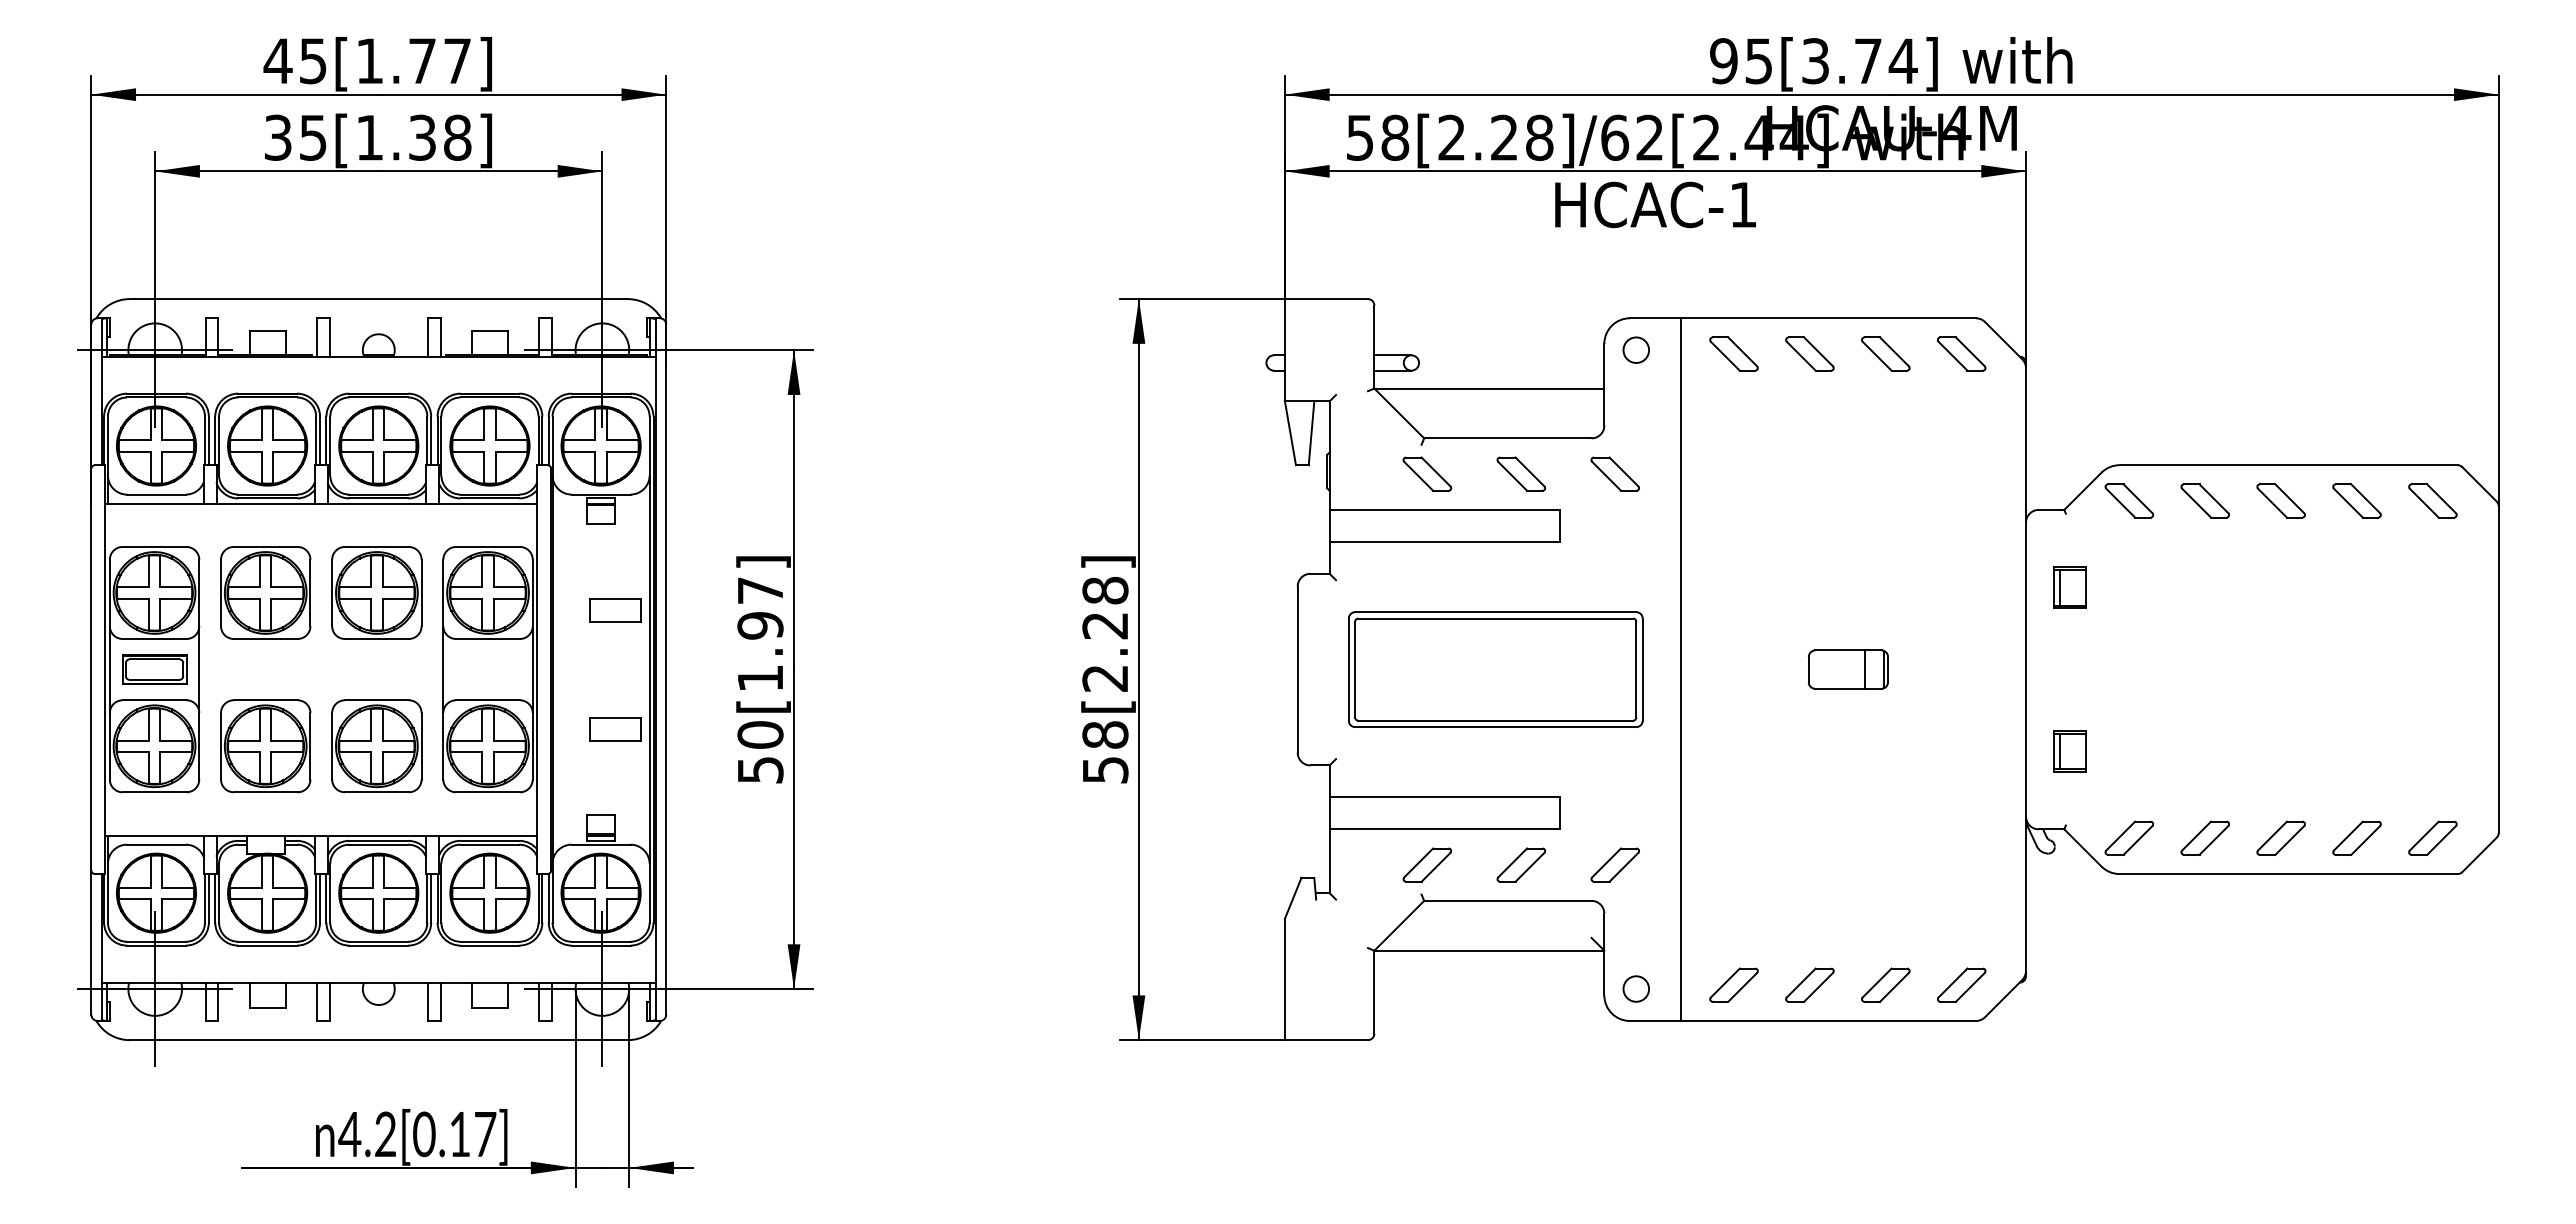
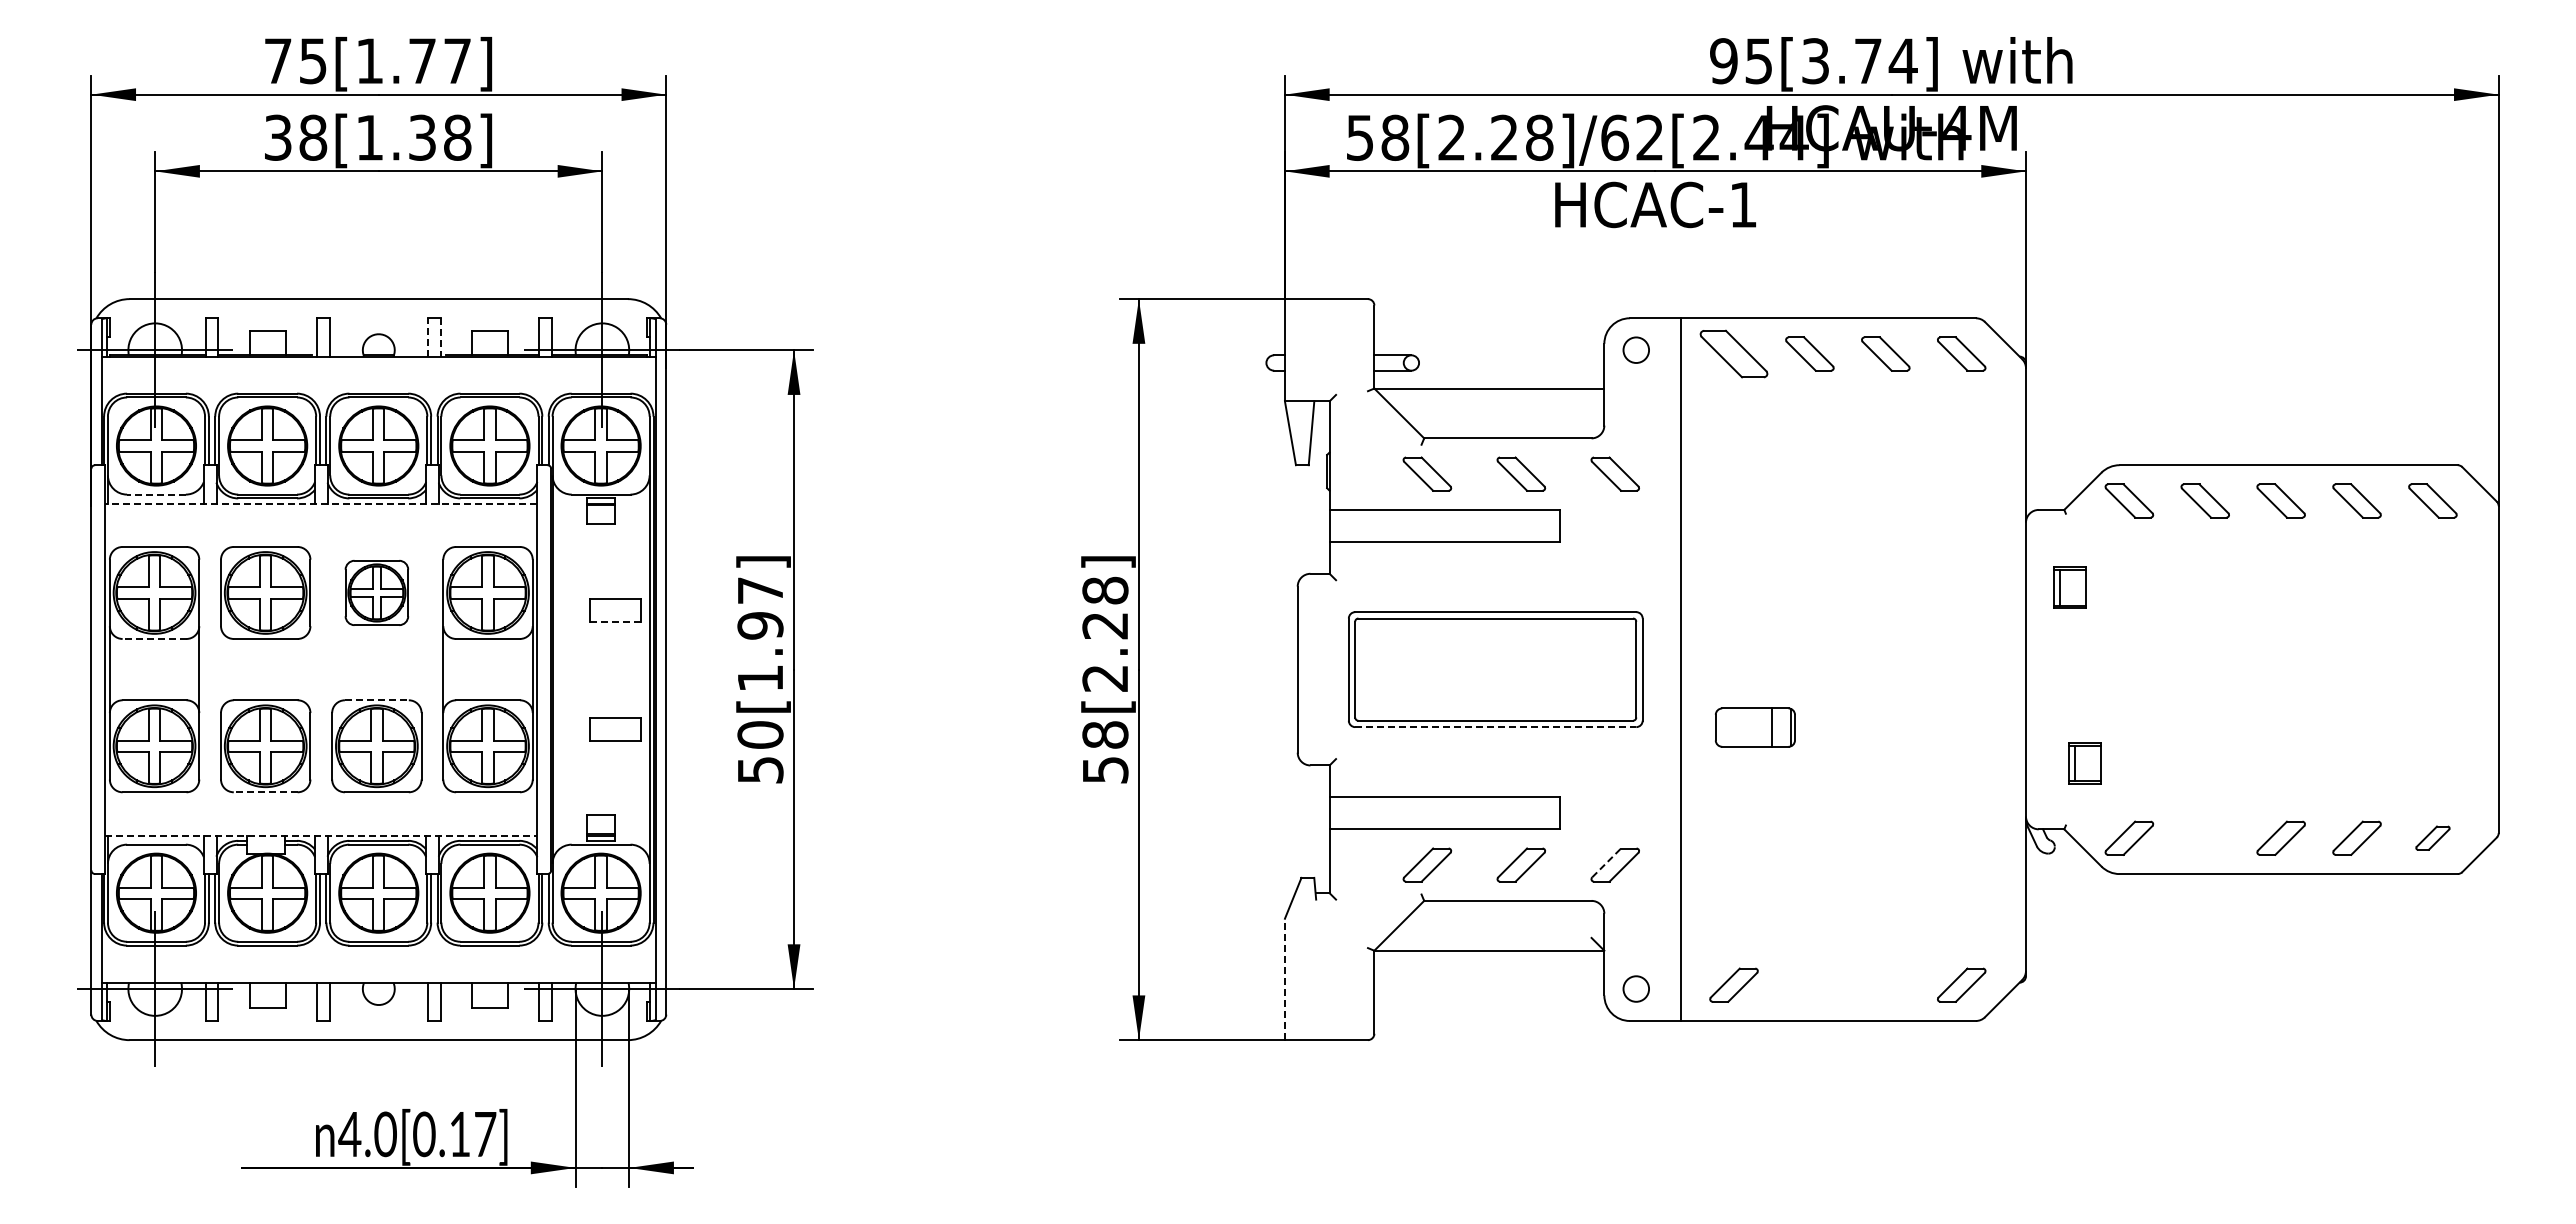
text at (277, 60): 45[1.77] -> 75[1.77]
text at (313, 137): 35[1.38] -> 38[1.38]
line at (427, 336): solid -> dashed
line at (440, 337): solid -> dashed
part at (1733, 353) size: 50x36 px -> 70x50 px
line at (155, 494): solid -> dashed
line at (321, 503): solid -> dashed
part at (376, 592) size: 92x94 px -> 65x66 px
line at (615, 621): solid -> dashed
line at (154, 638): solid -> dashed
part at (154, 669): present -> none
part at (1848, 669) position: (1848, 669) -> (1755, 727)
line at (376, 700): solid -> dashed
line at (1495, 727): solid -> dashed
part at (2069, 751) position: (2069, 751) -> (2084, 763)
line at (265, 792): solid -> dashed
line at (321, 835): solid -> dashed
part at (2204, 837): present -> none
part at (2432, 837) size: 50x36 px -> 36x26 px
line at (1606, 862): solid -> dashed
line at (1284, 979): solid -> dashed
part at (1809, 984): present -> none
part at (1885, 984): present -> none
text at (385, 1134): 4.2[0.17] -> 4.0[0.17]
